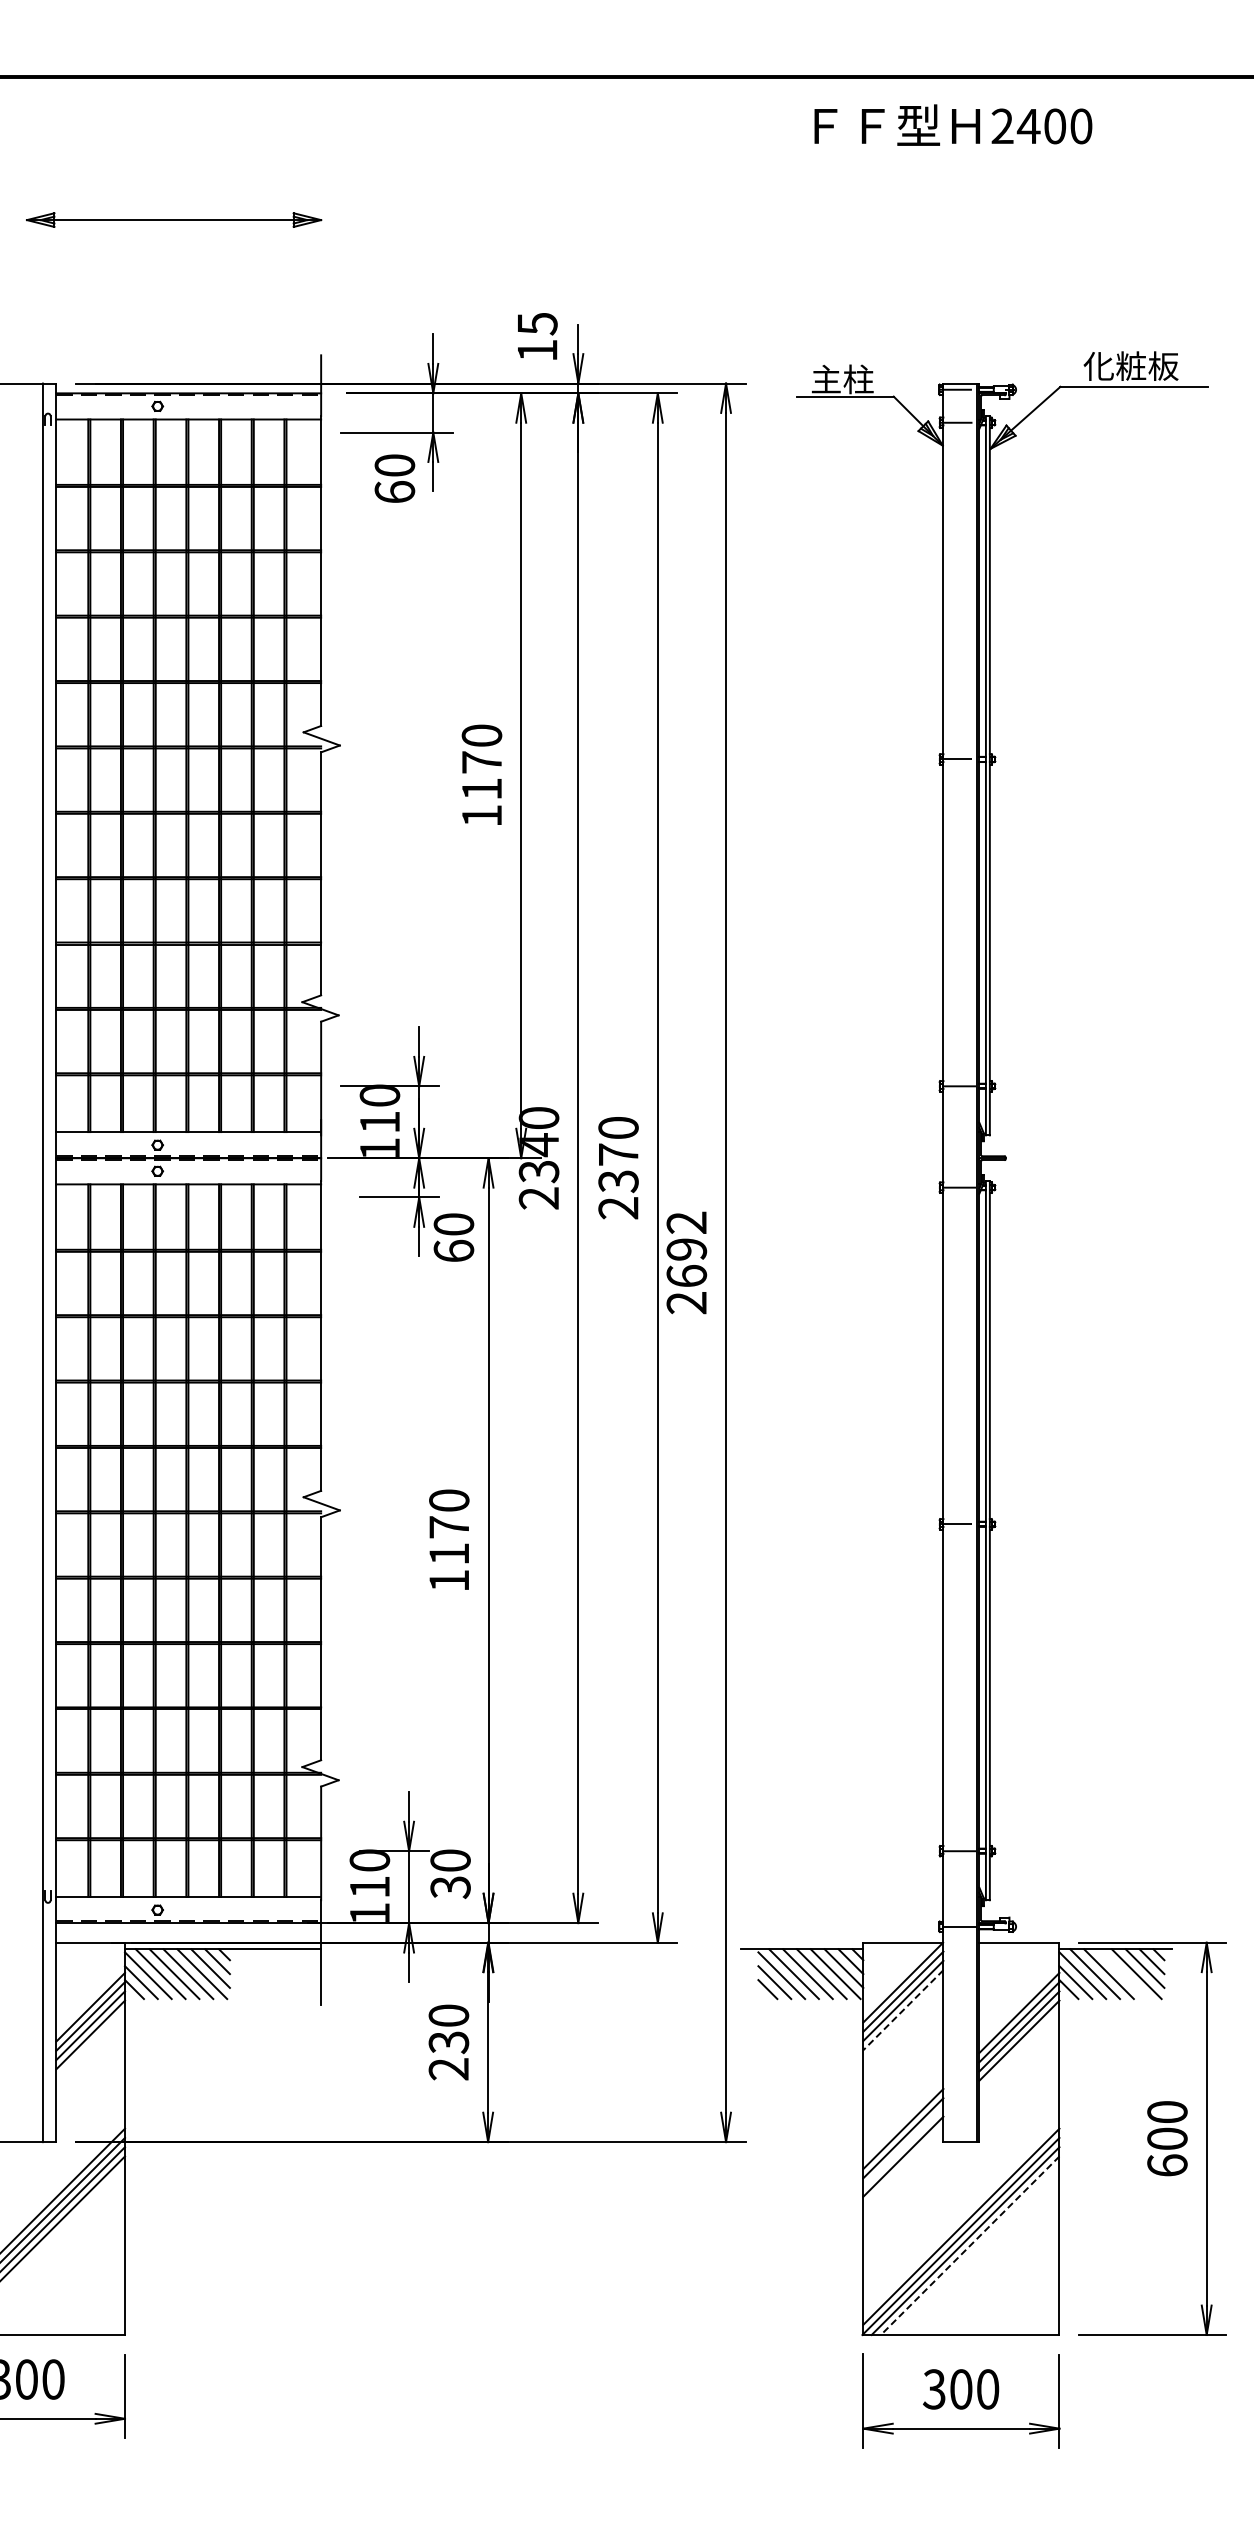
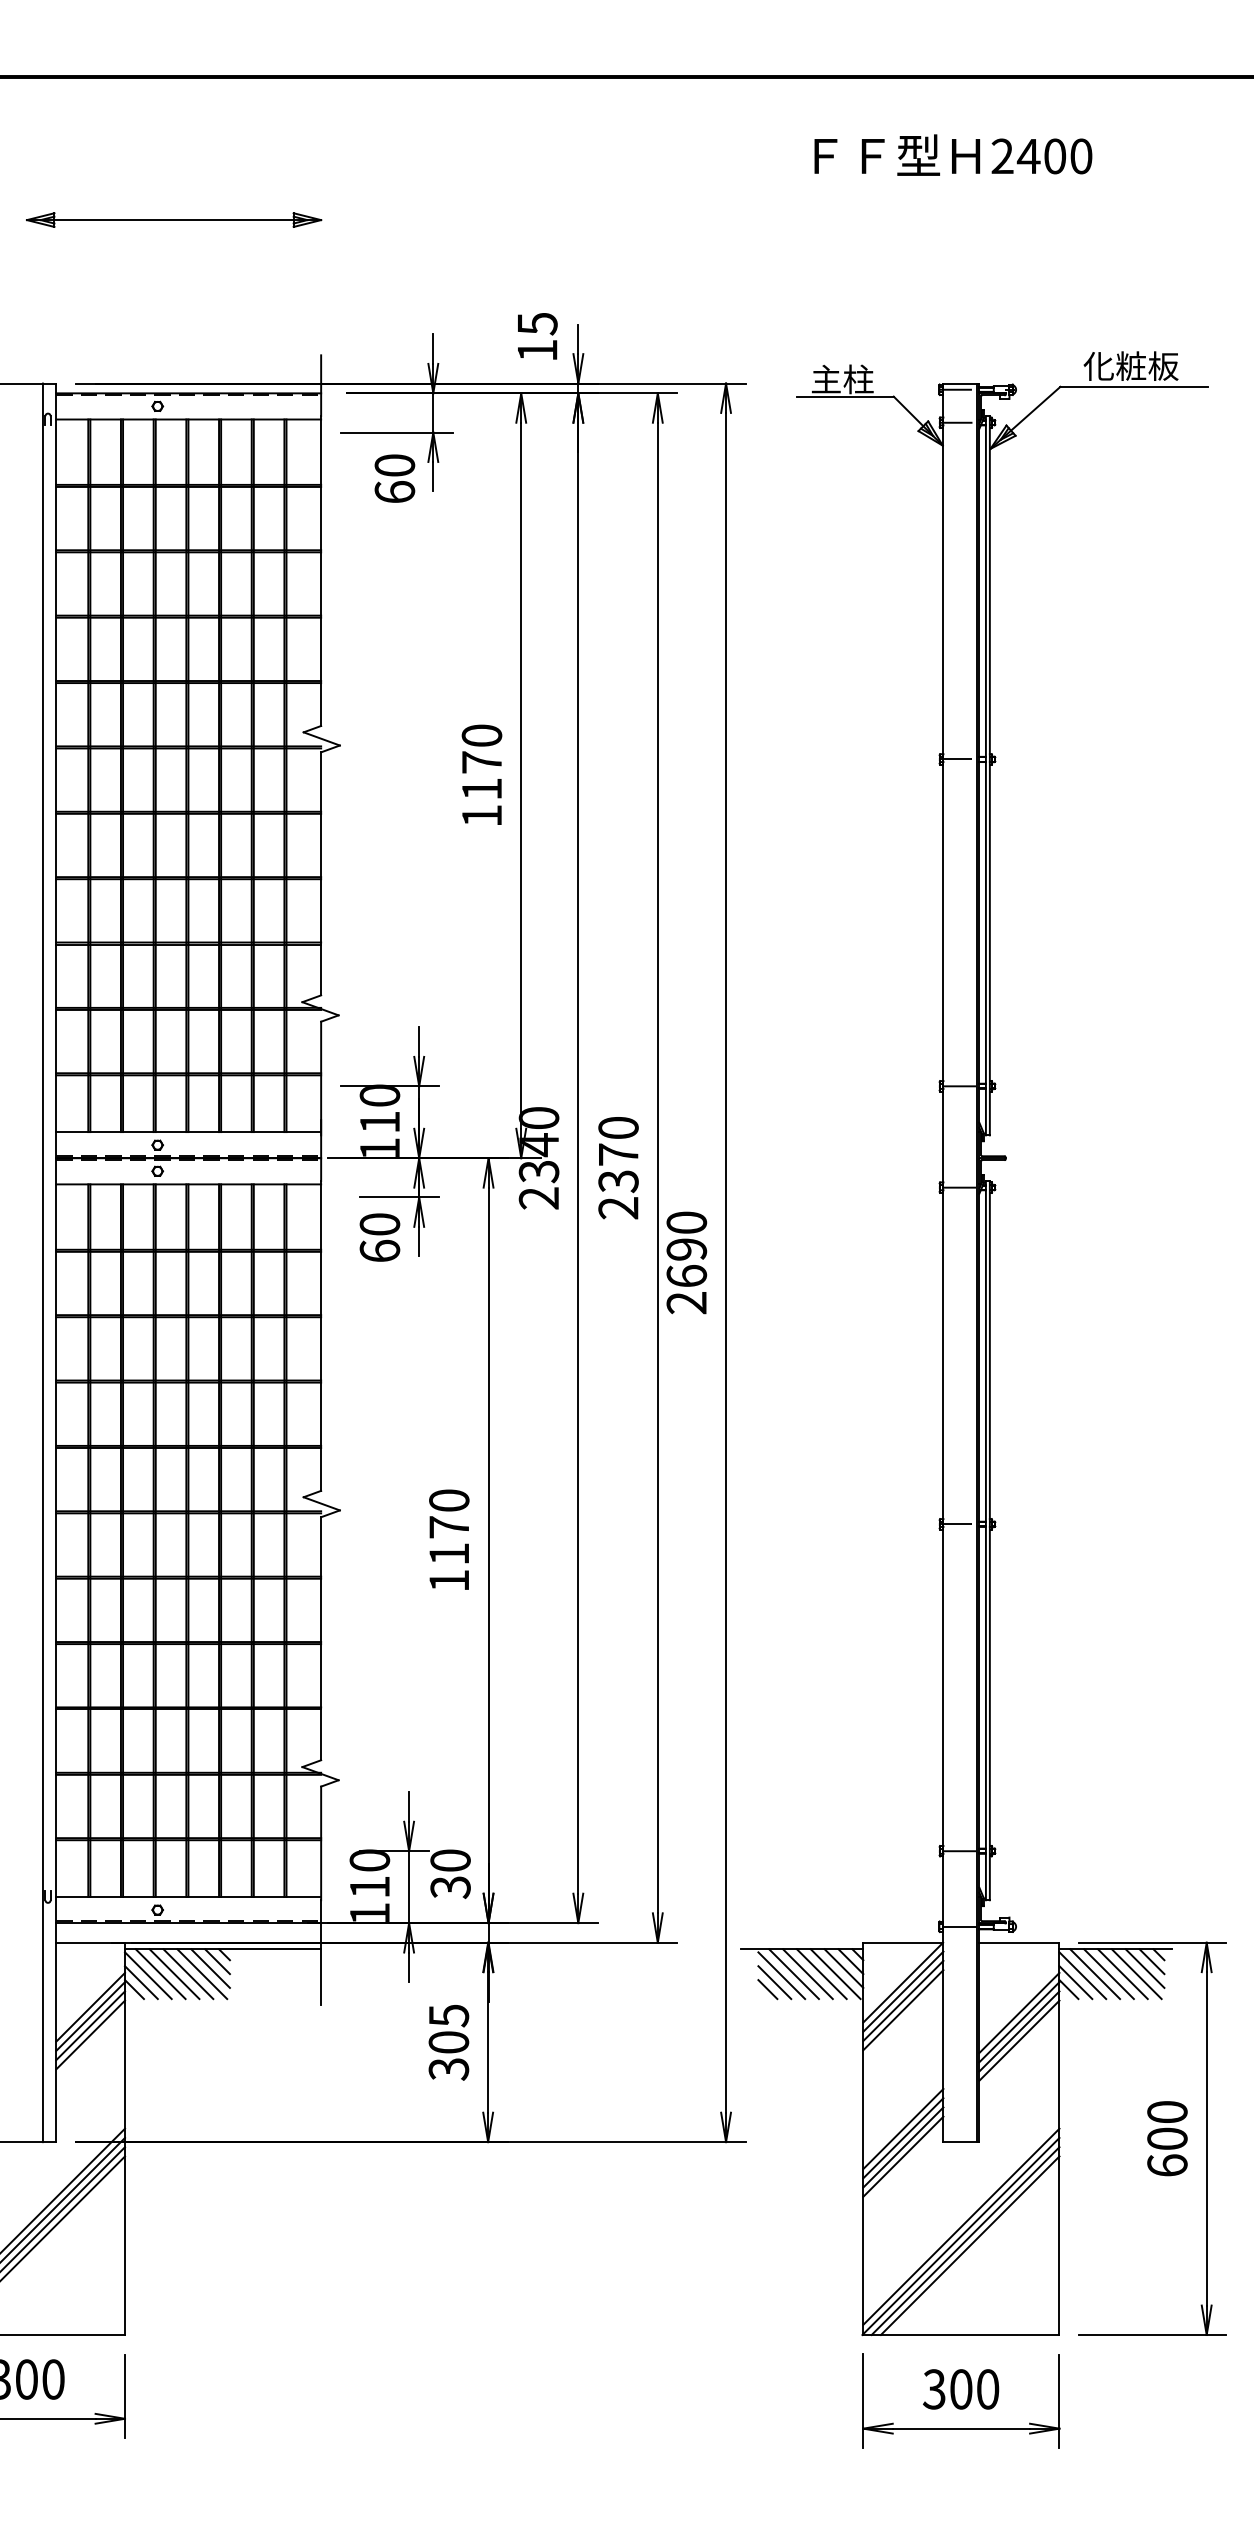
text at (953, 124) position: (953, 124) -> (953, 154)
text at (686, 1222): 2692 -> 2690
text at (453, 1237) position: (453, 1237) -> (379, 1237)
line at (1122, 1974): none -> present
line at (903, 2010): dashed -> solid
text at (448, 2042): 230 -> 305
line at (903, 2147): none -> present
line at (969, 2246): dashed -> solid
